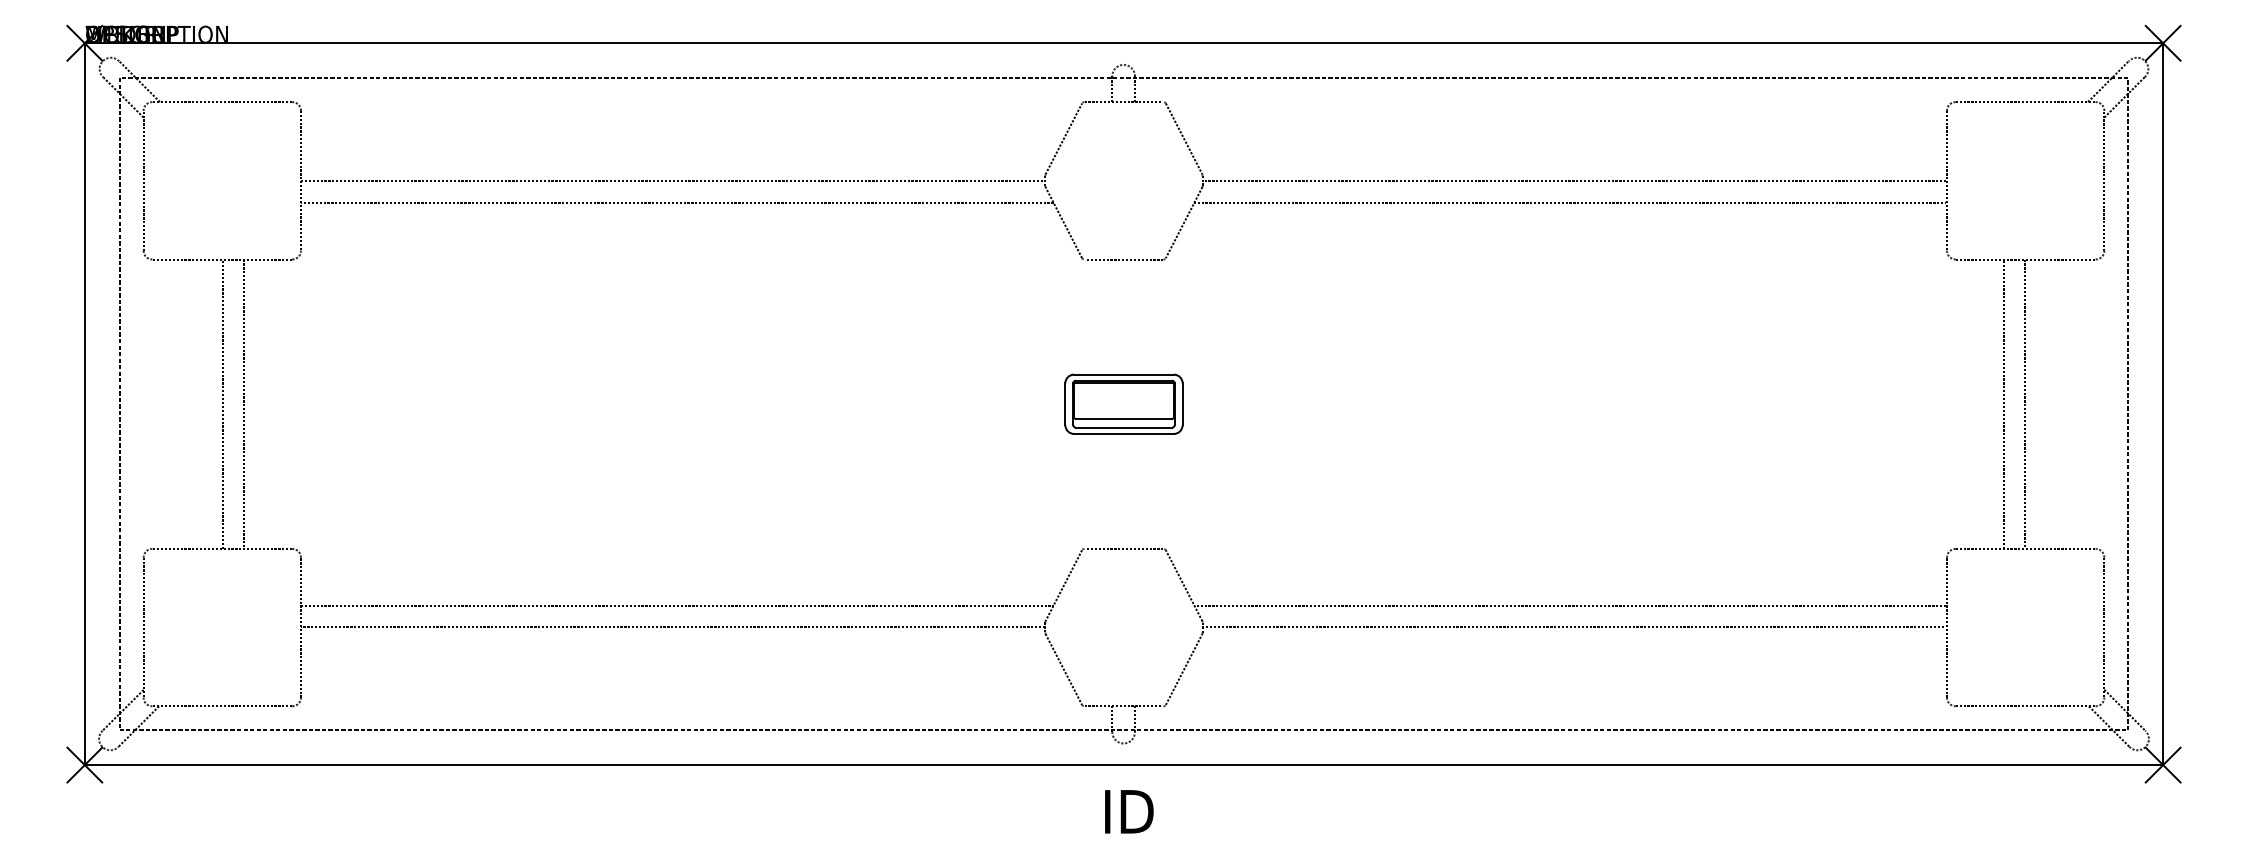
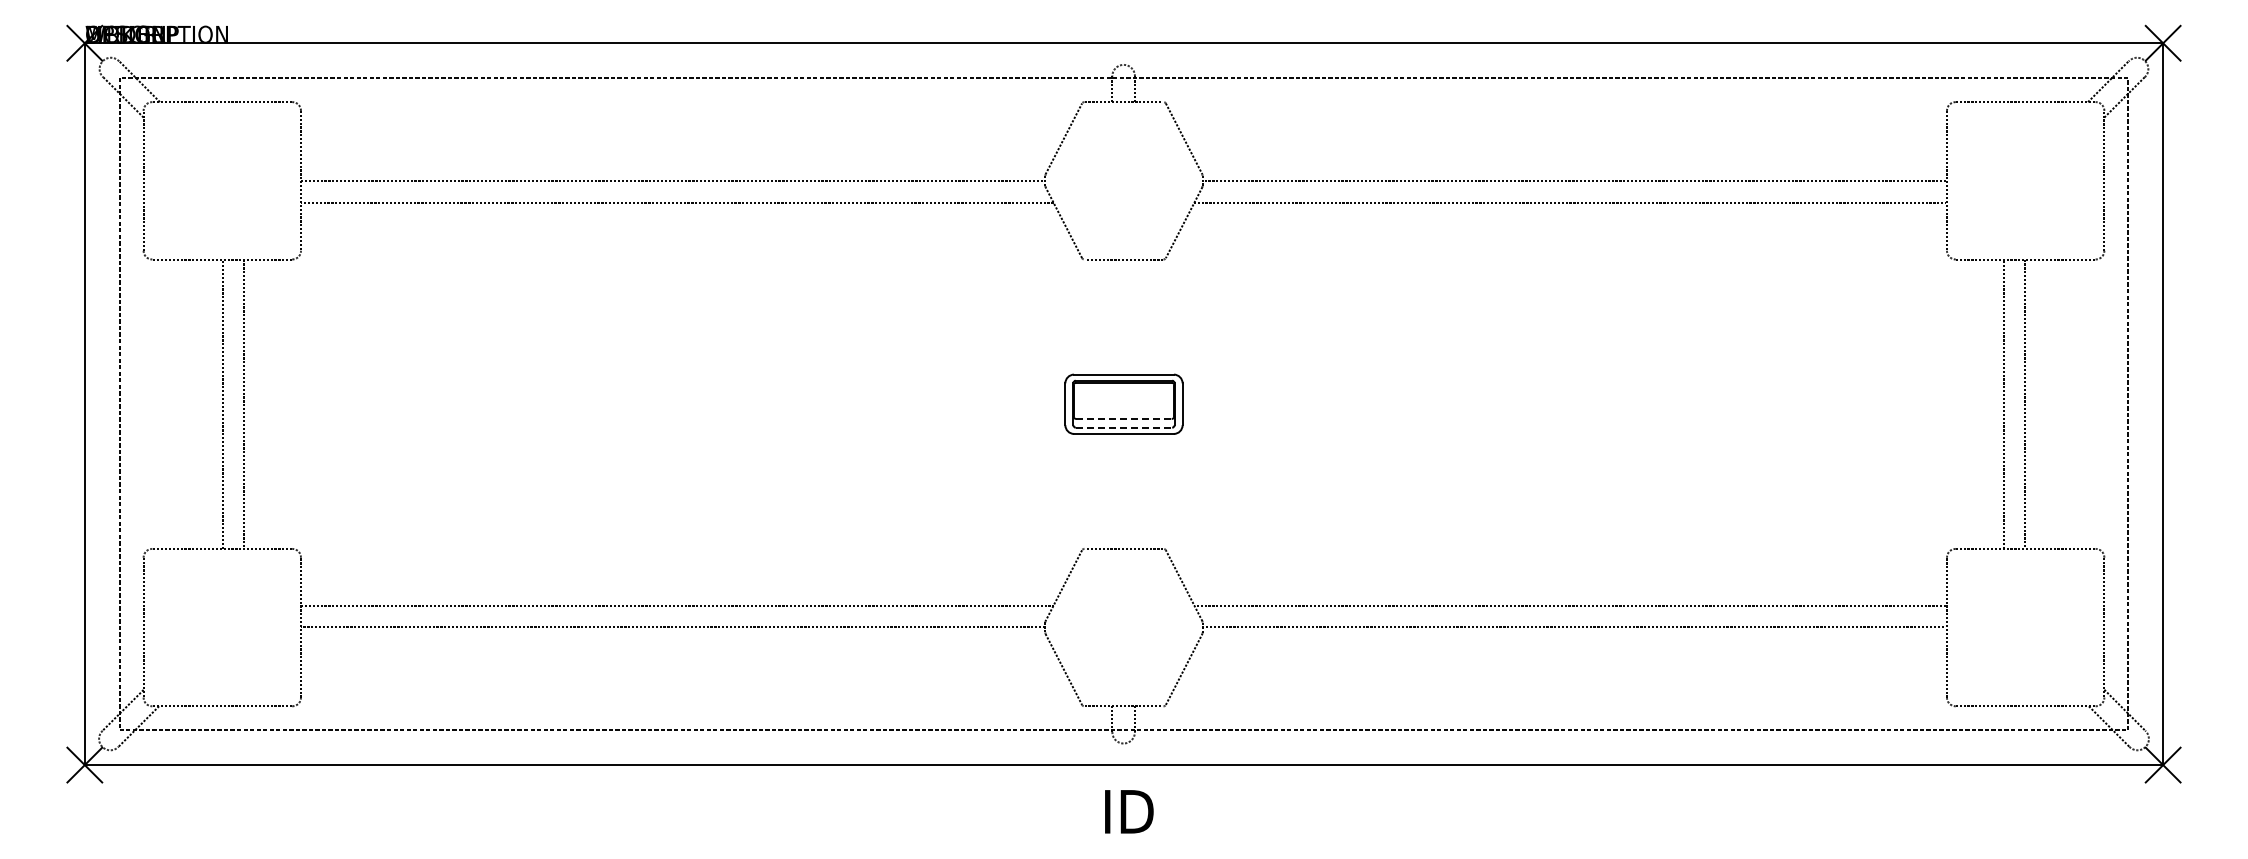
line at (1124, 418): solid -> dashed
line at (1124, 427): solid -> dashed
